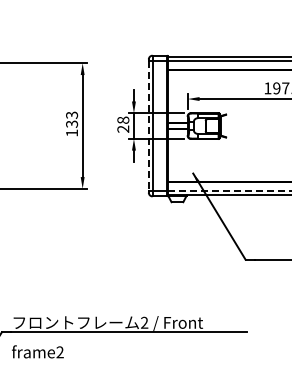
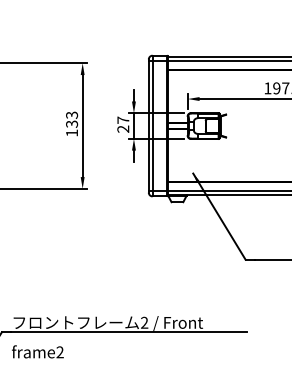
text at (123, 119): 28 -> 27
line at (148, 126): dashed -> solid
line at (229, 190): dashed -> solid
